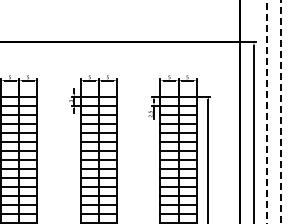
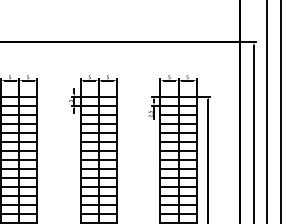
line at (266, 111): dashed -> solid
line at (281, 111): dashed -> solid
